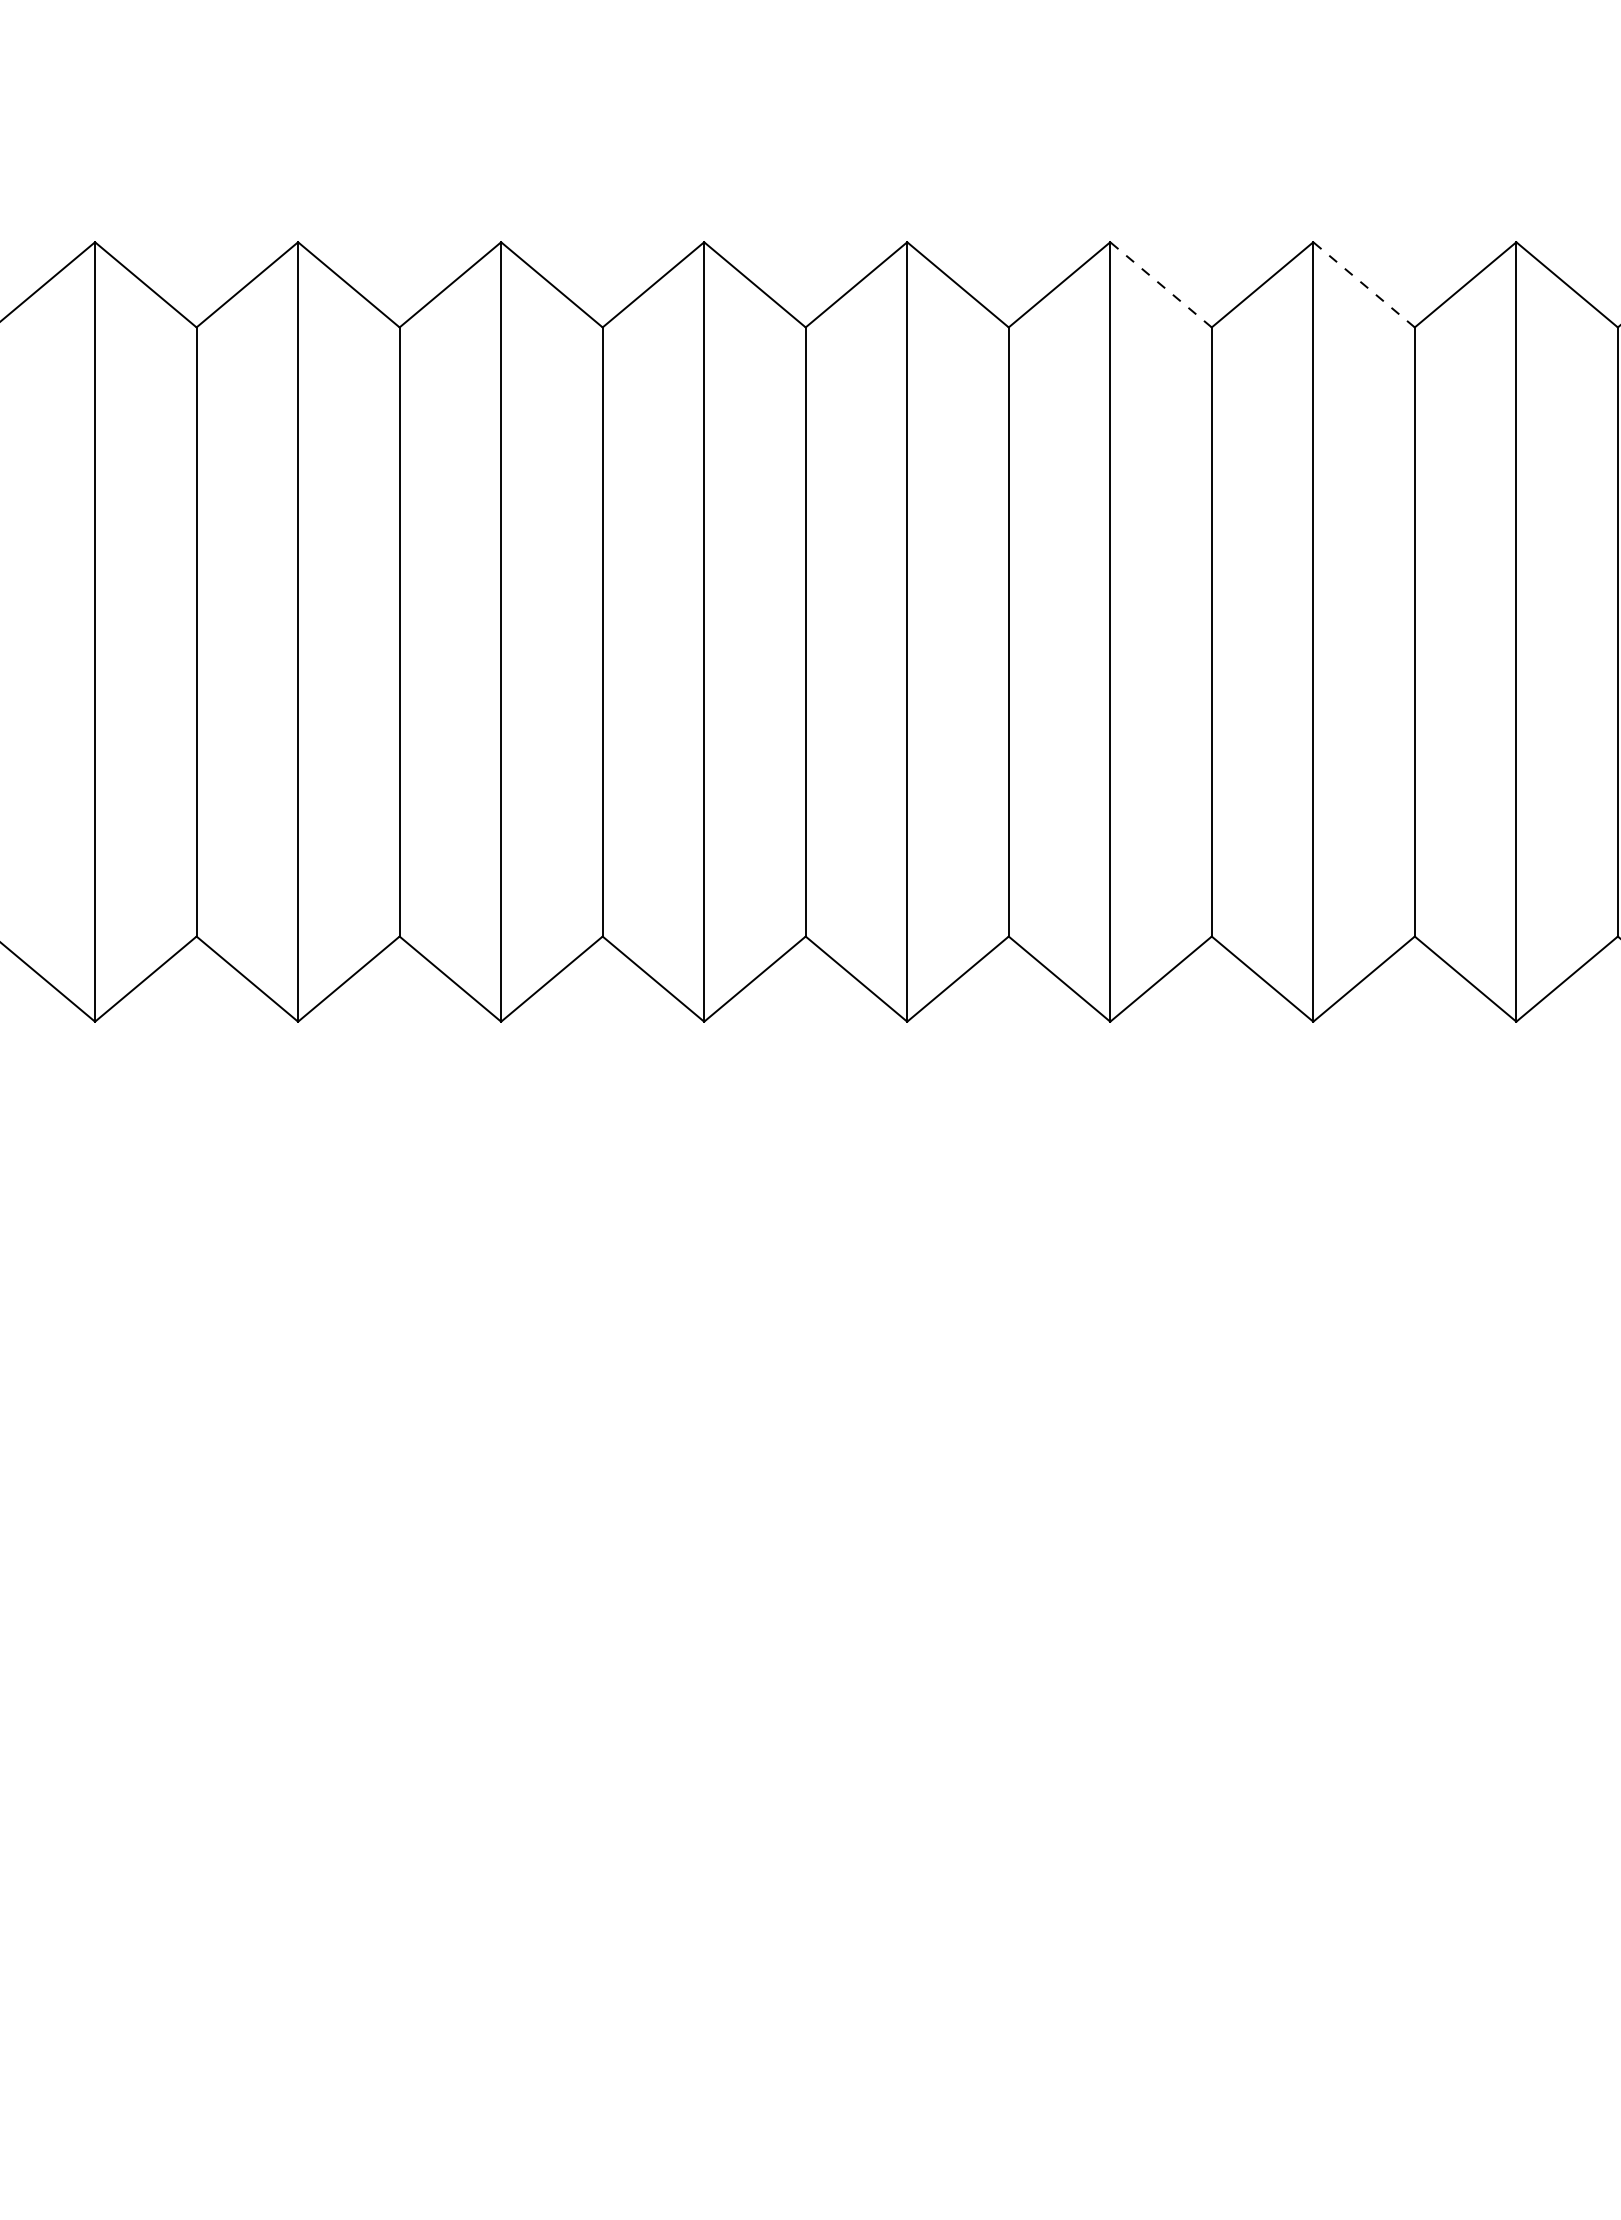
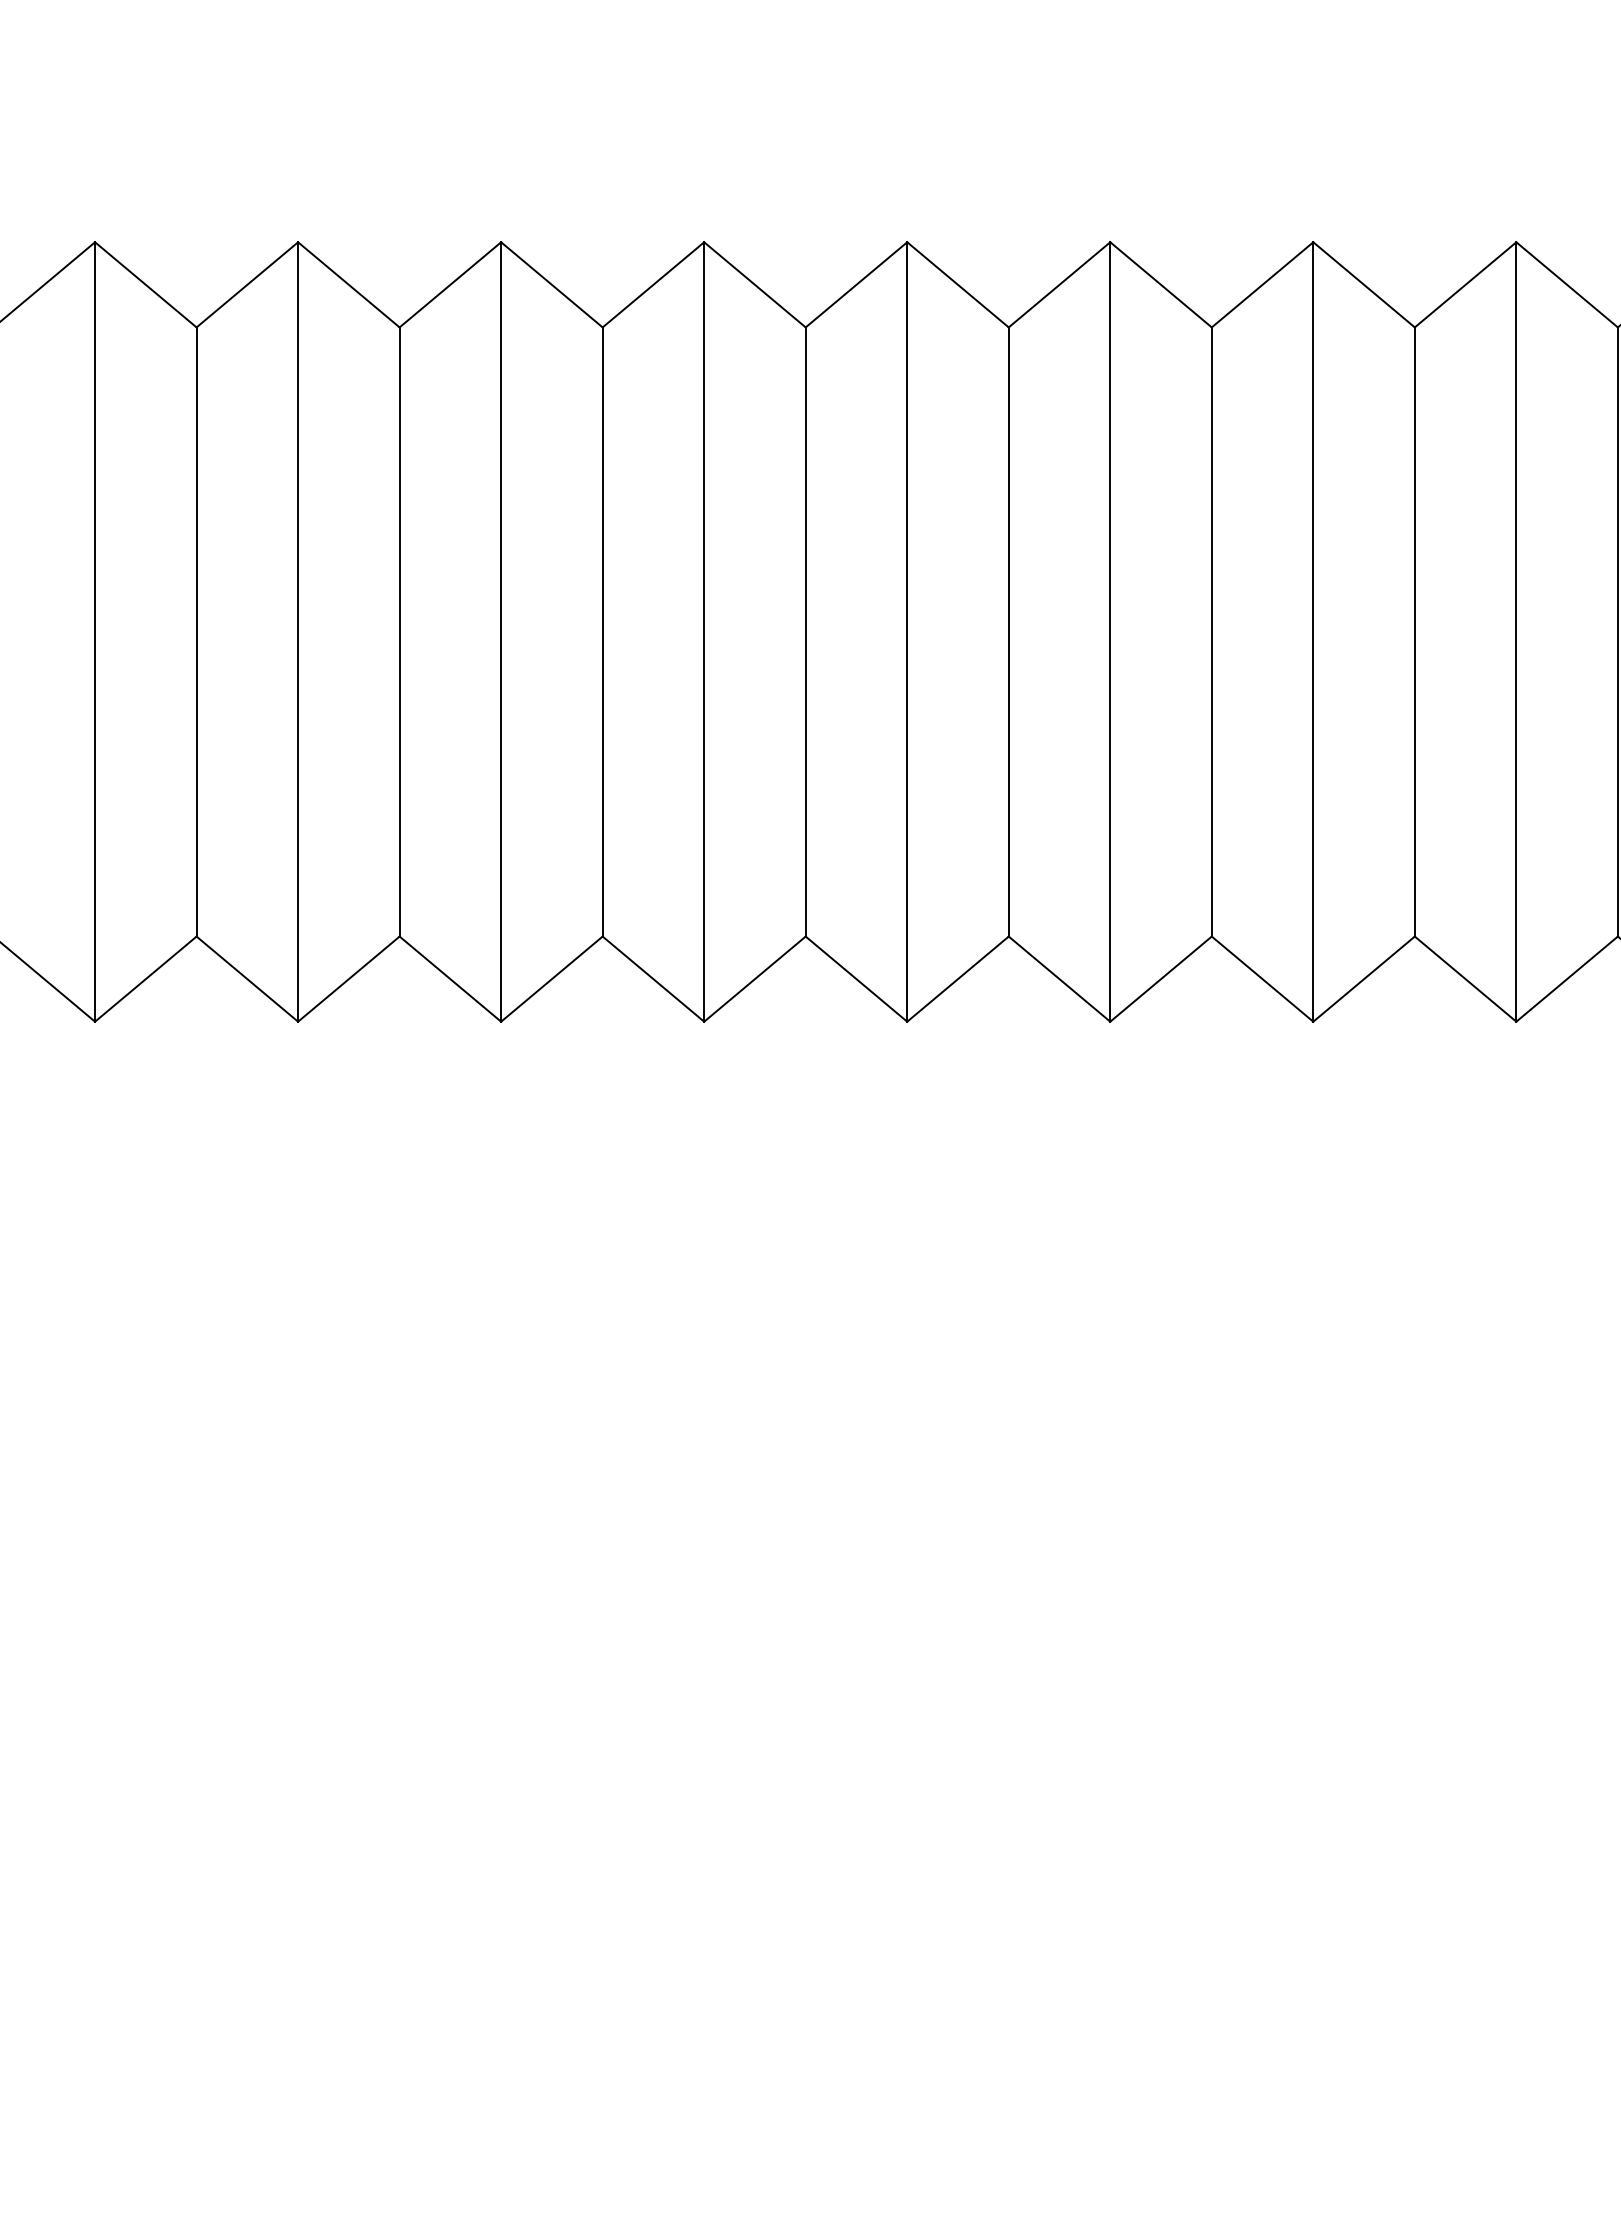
line at (1160, 284): dashed -> solid
line at (1363, 284): dashed -> solid
